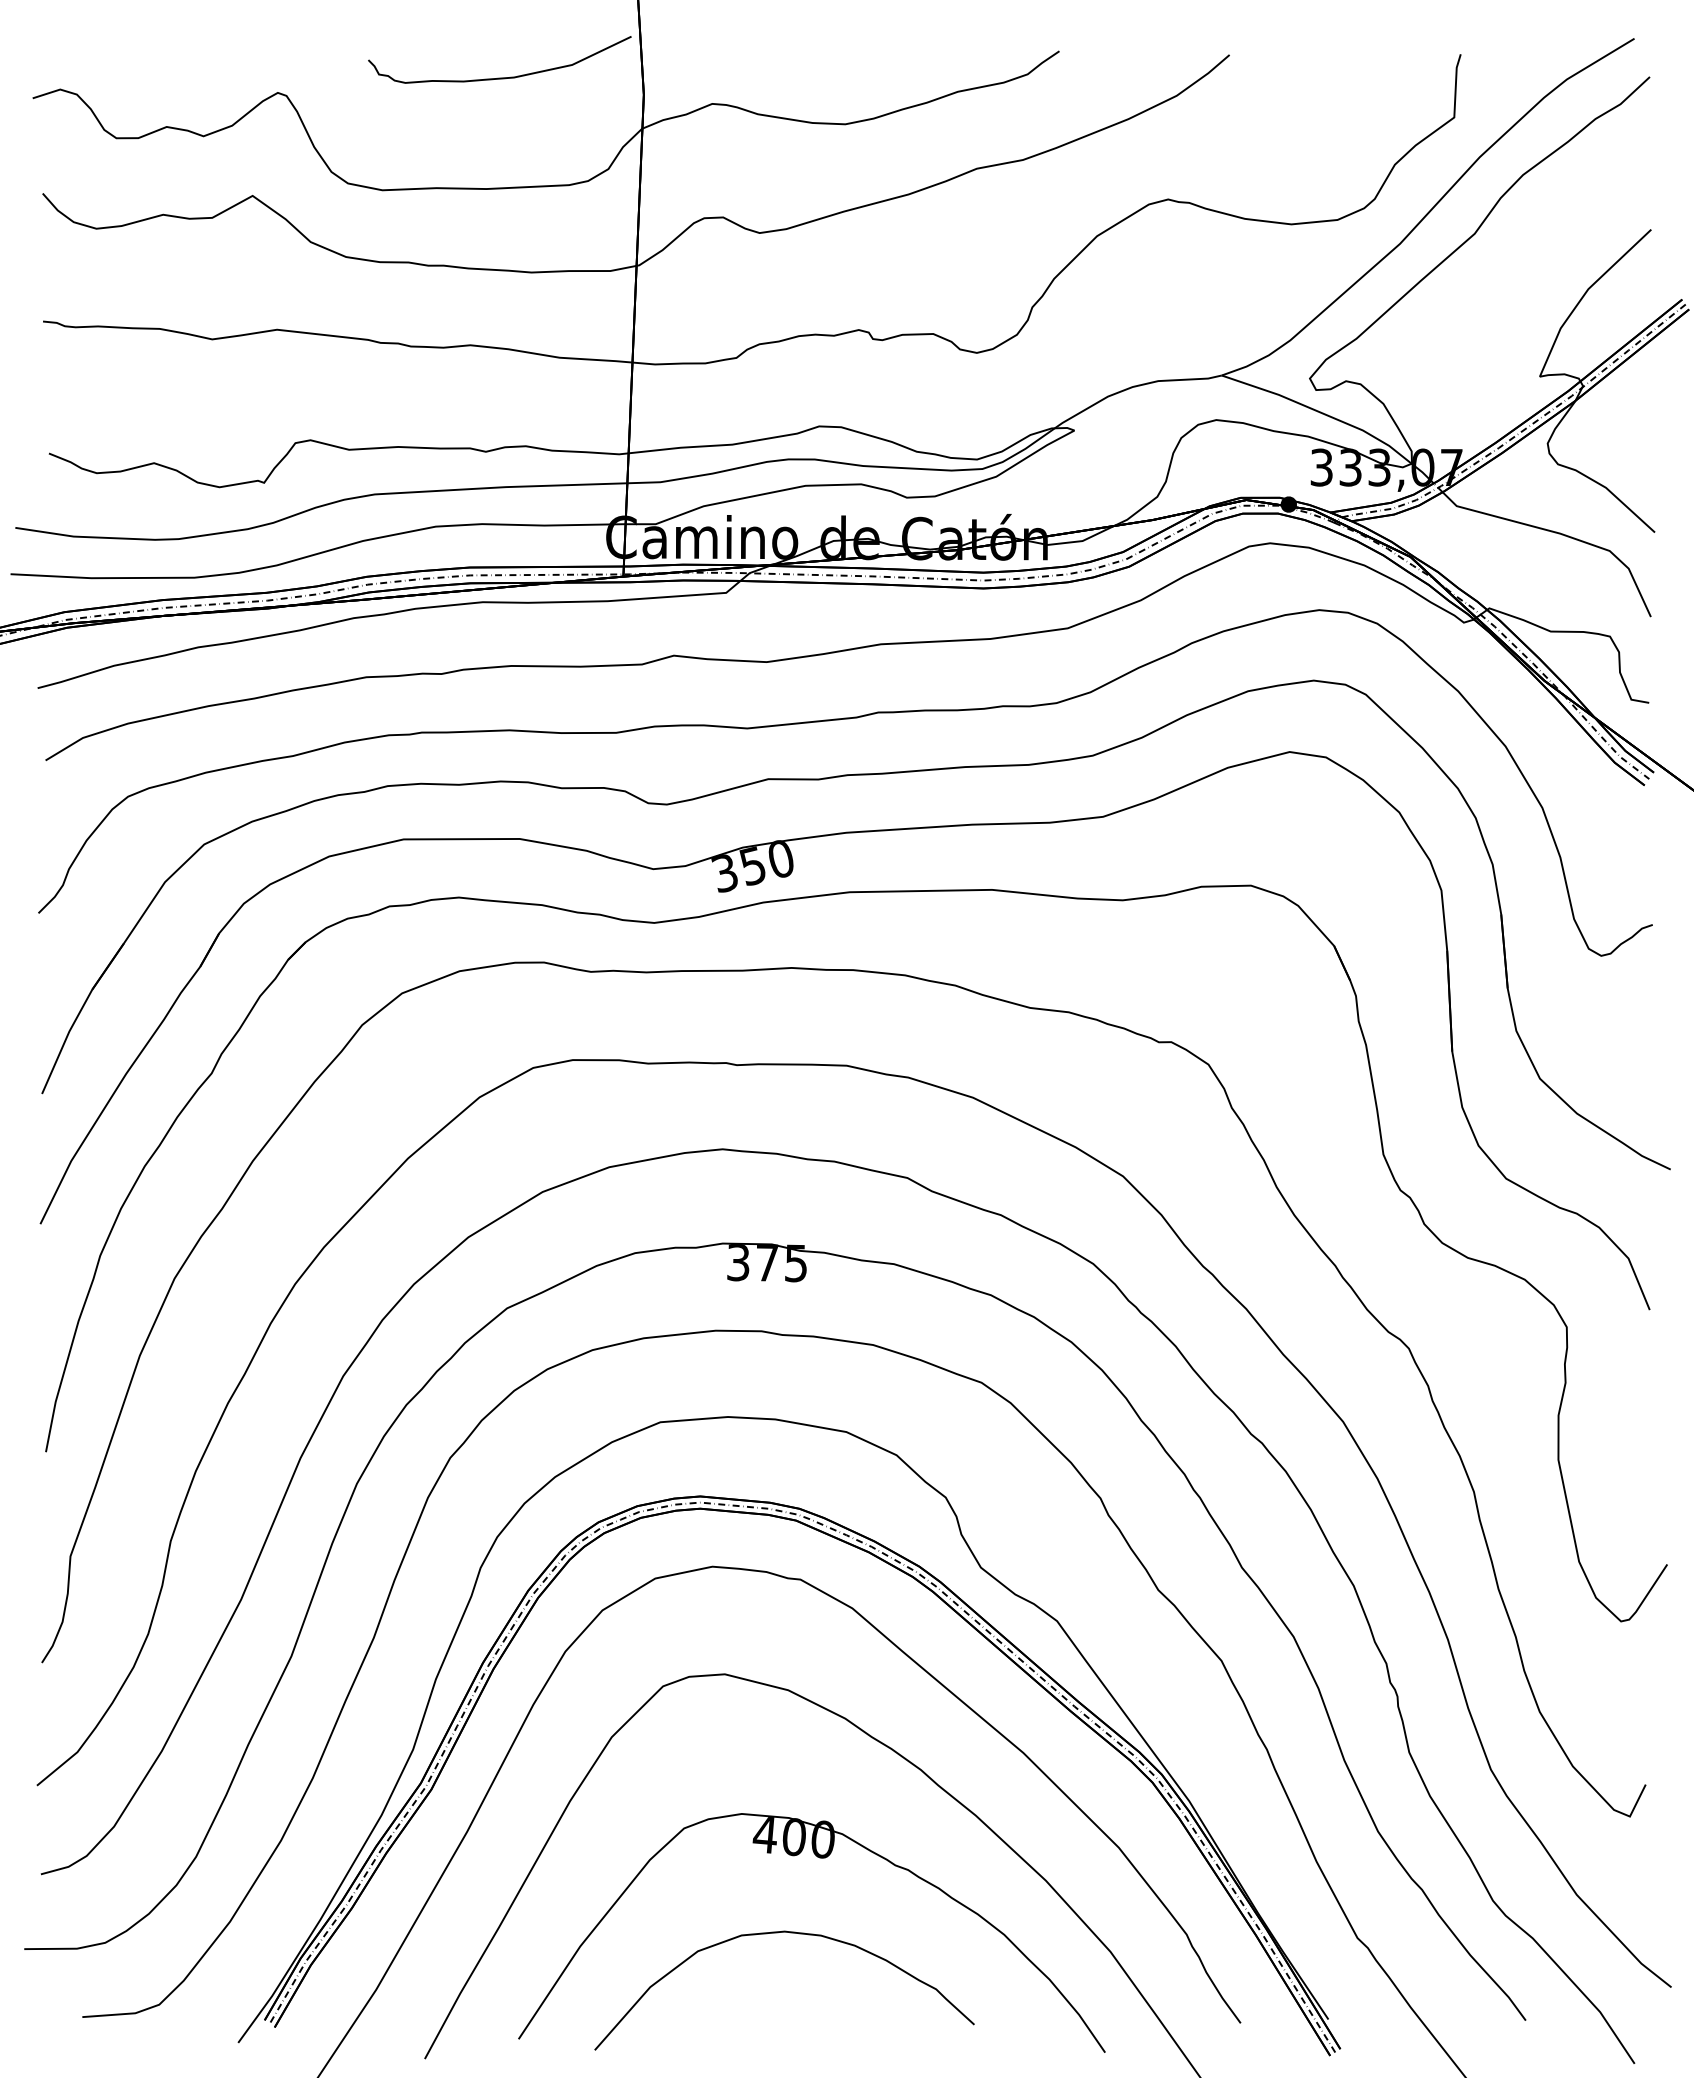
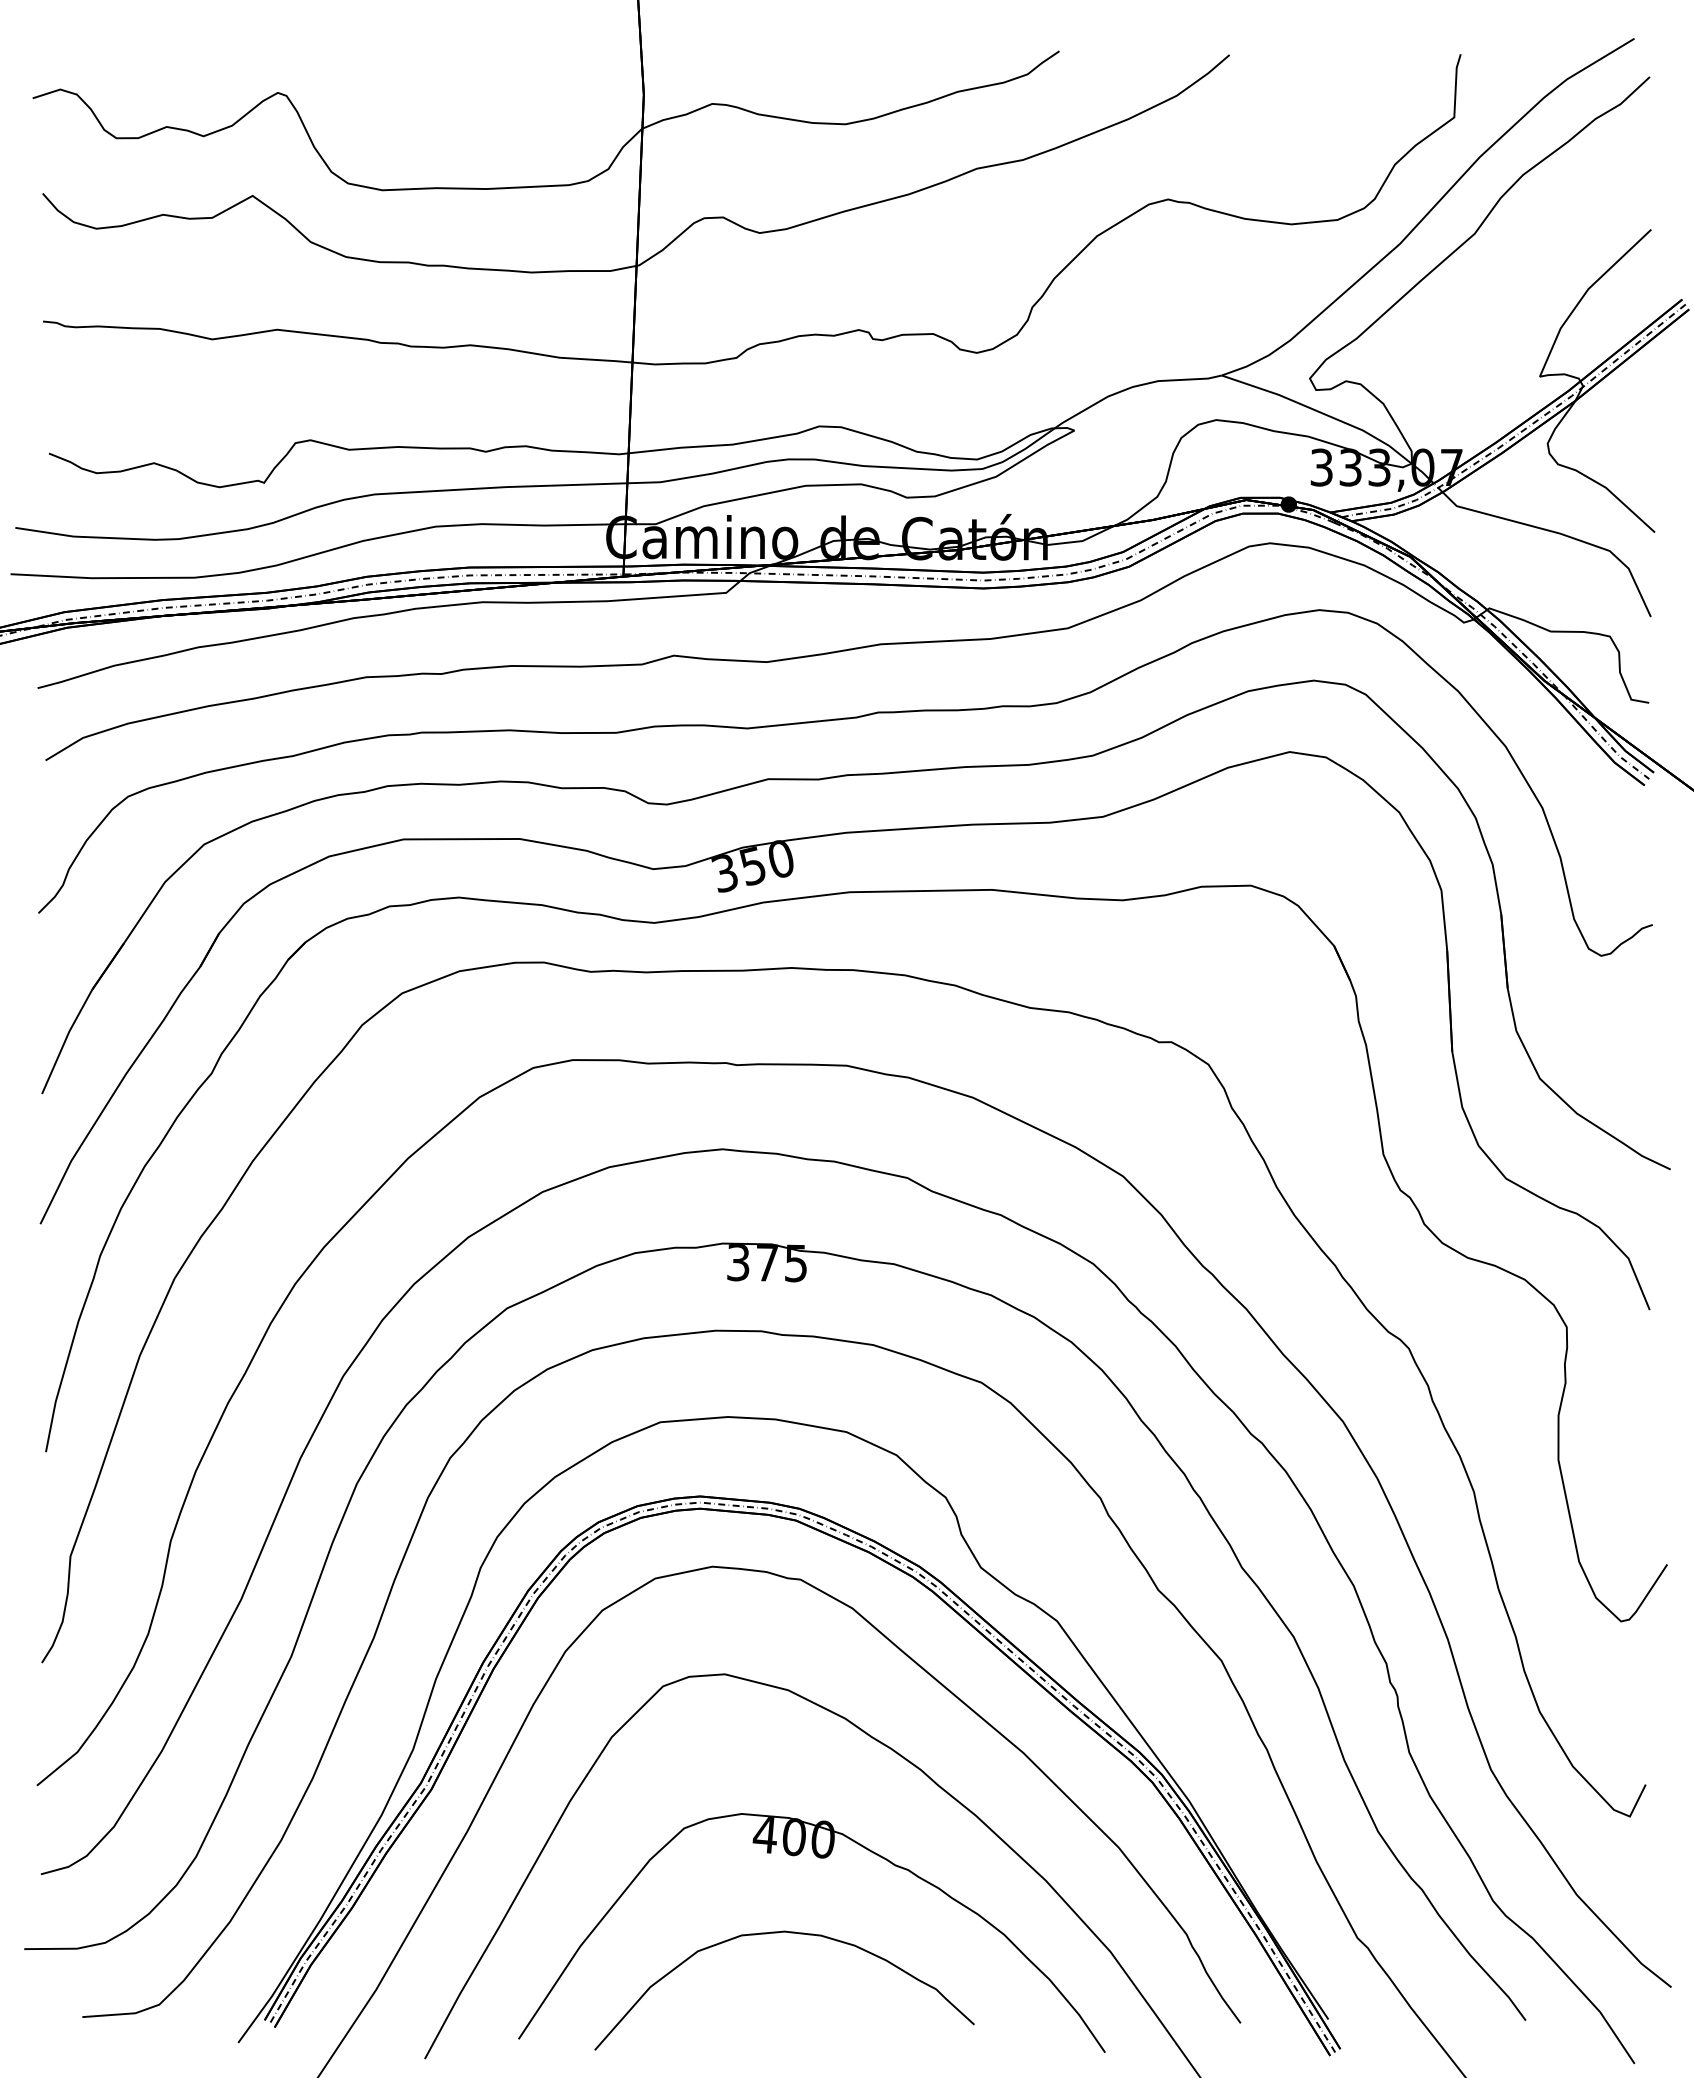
curve at (499, 77): present -> none
